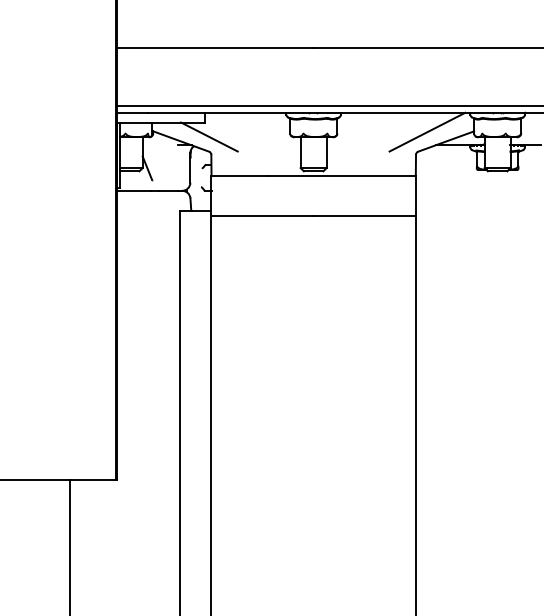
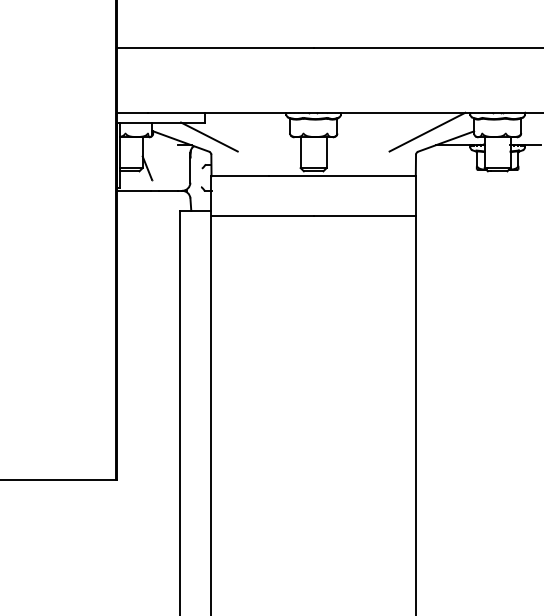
line at (328, 106): present -> none
line at (69, 546): present -> none
